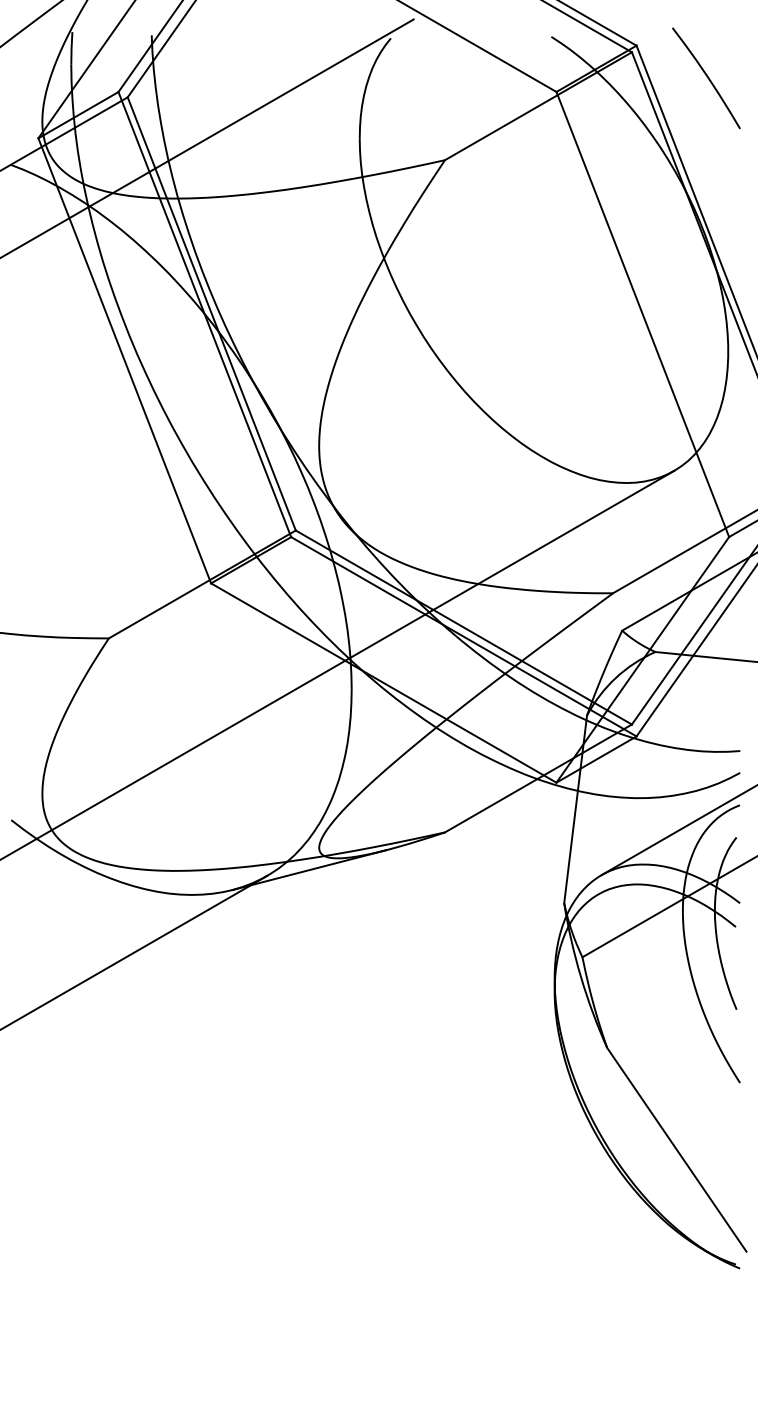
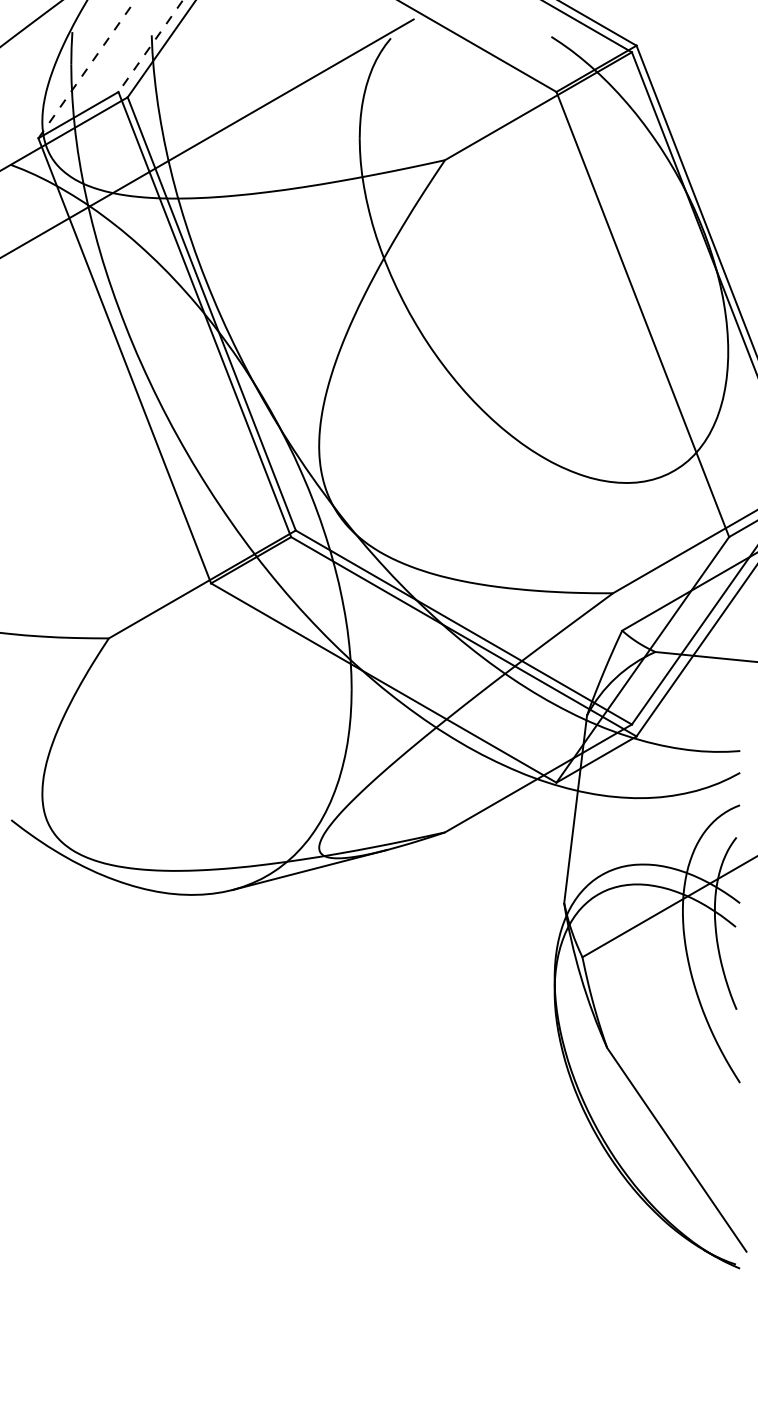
line at (150, 46): solid -> dashed
line at (87, 68): solid -> dashed
curve at (707, 78): present -> none
line at (338, 664): present -> none
line at (677, 831): present -> none
line at (134, 951): present -> none
